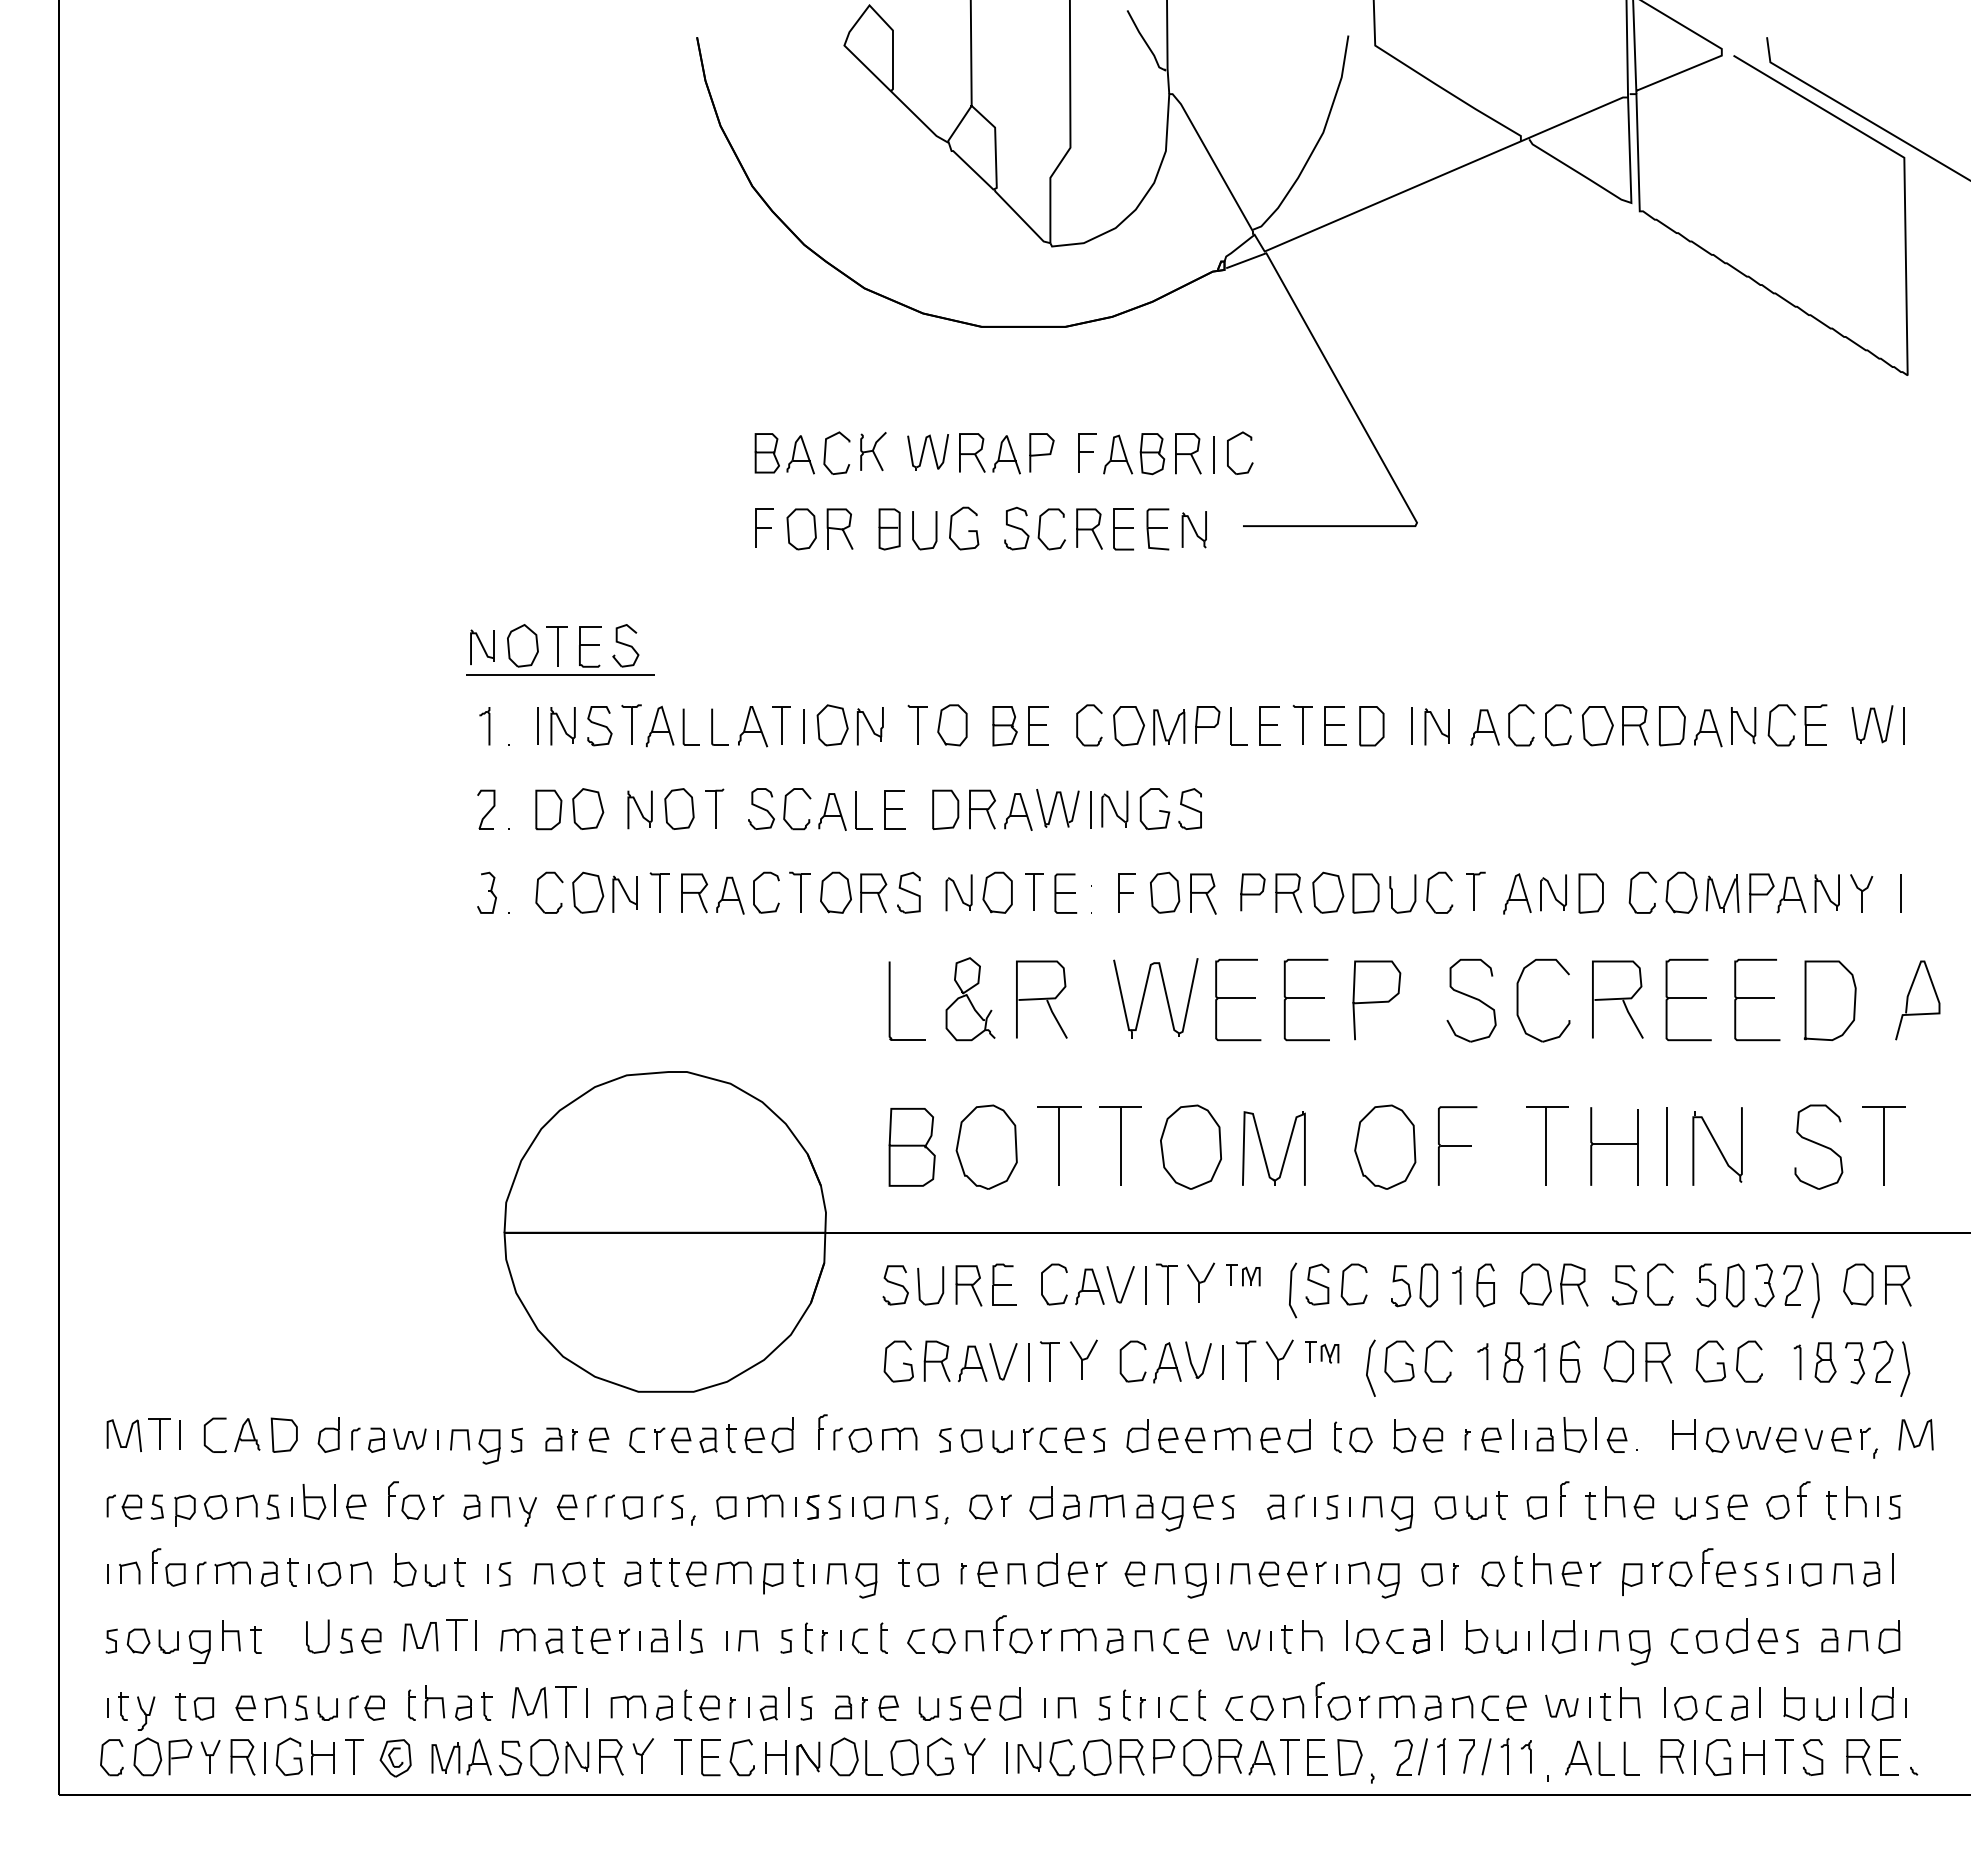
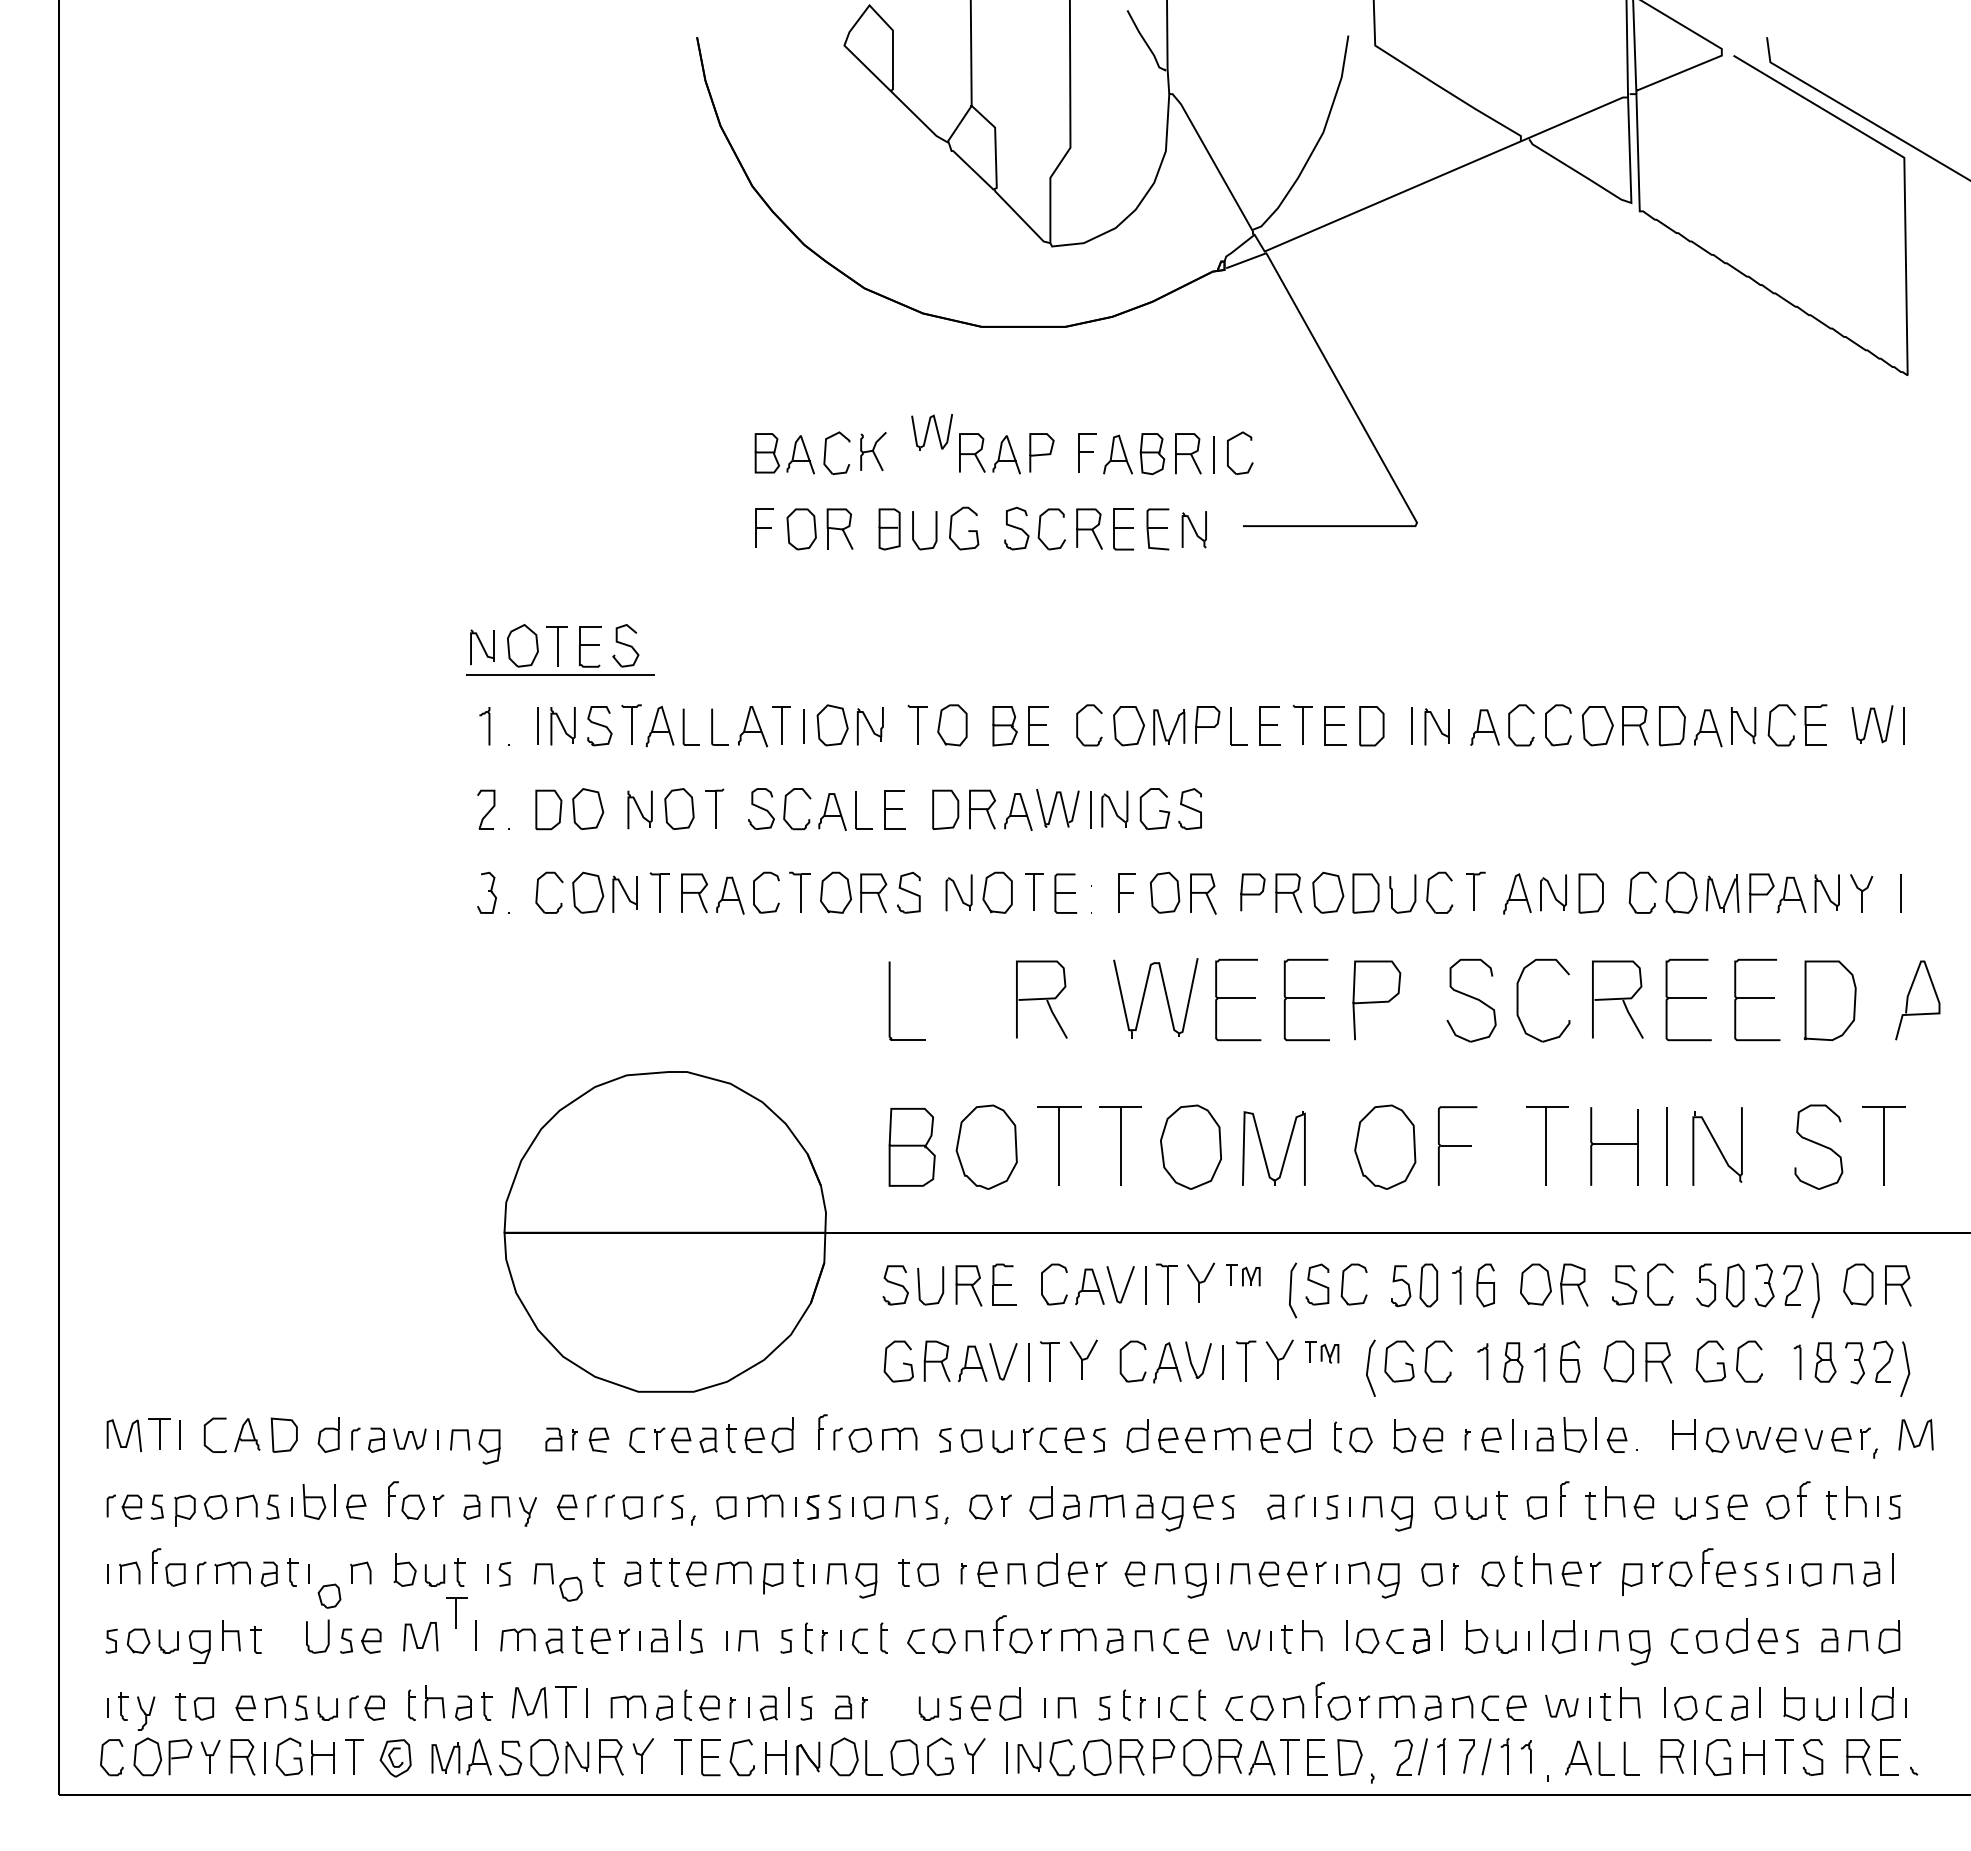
part at (927, 452) position: (927, 452) -> (931, 432)
part at (970, 999): present -> none
part at (516, 1439): present -> none
part at (329, 1573) position: (329, 1573) -> (329, 1595)
part at (573, 1573) position: (573, 1573) -> (570, 1588)
part at (456, 1634) position: (456, 1634) -> (456, 1612)
curve at (888, 1707): present -> none
